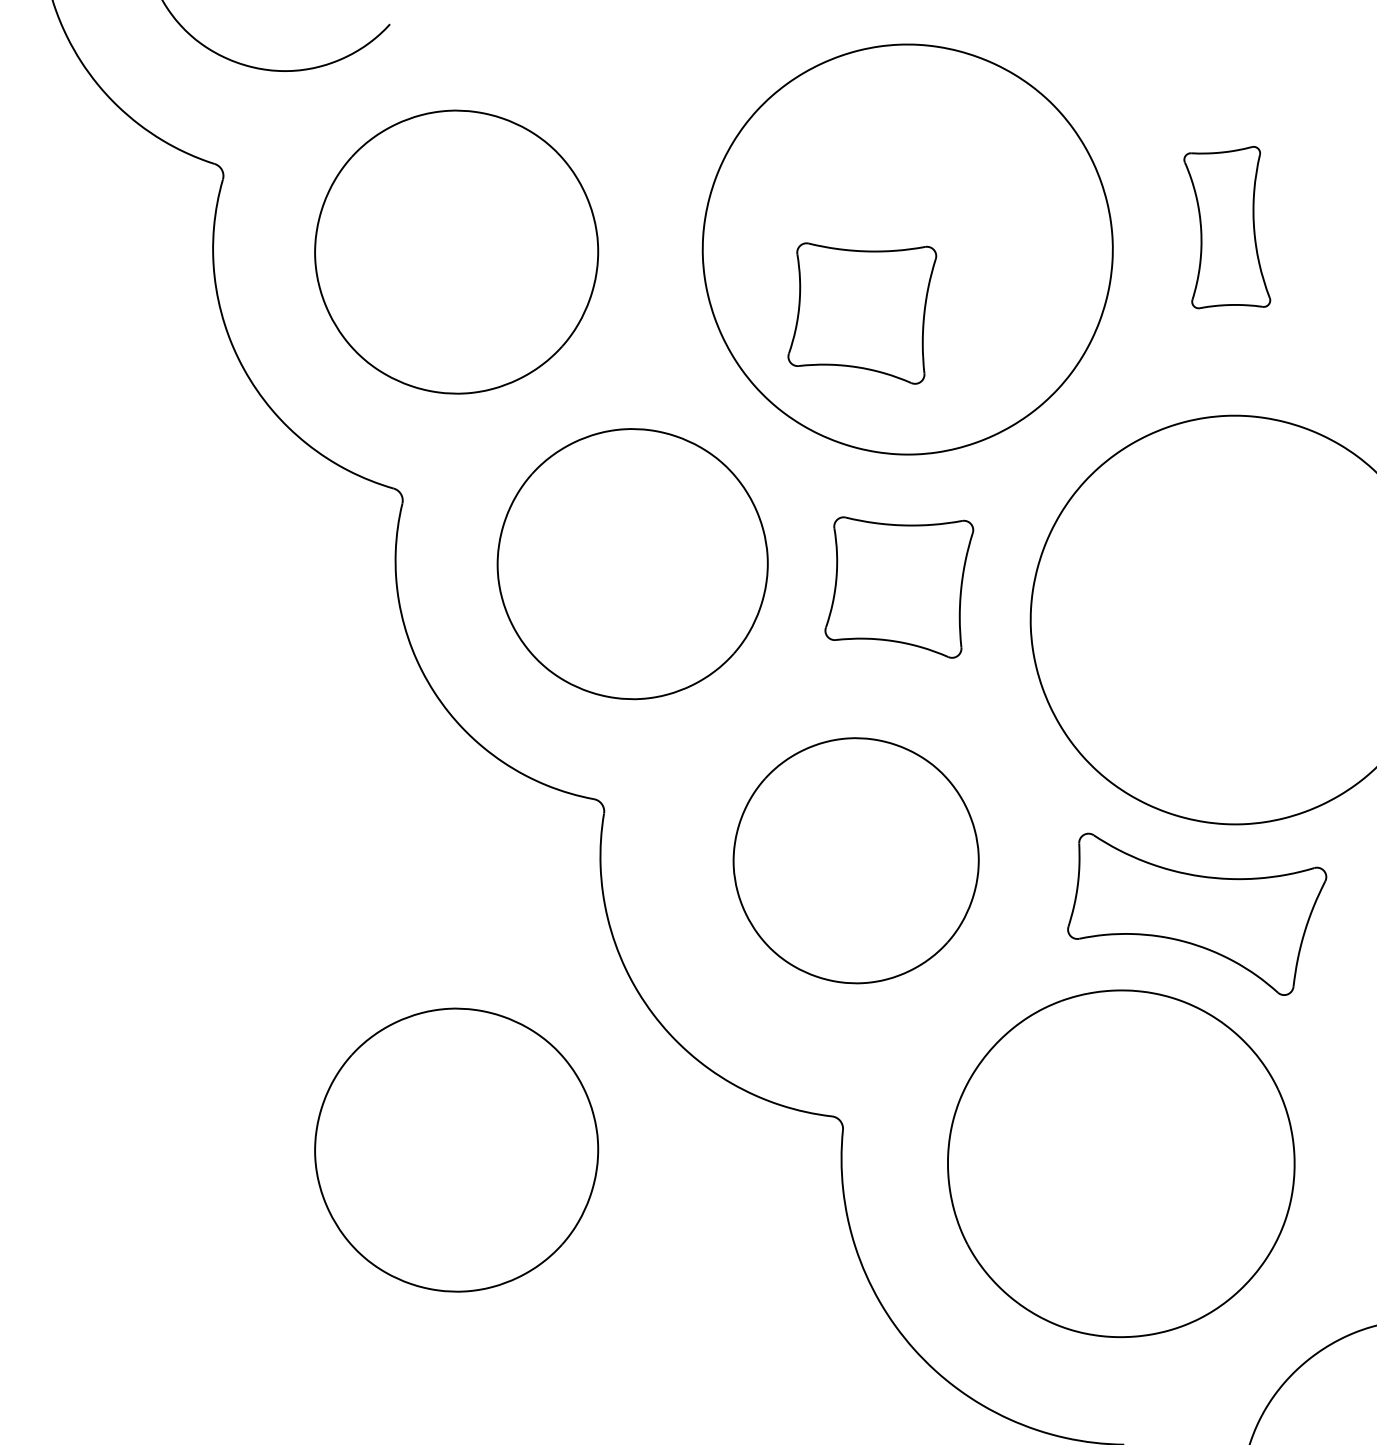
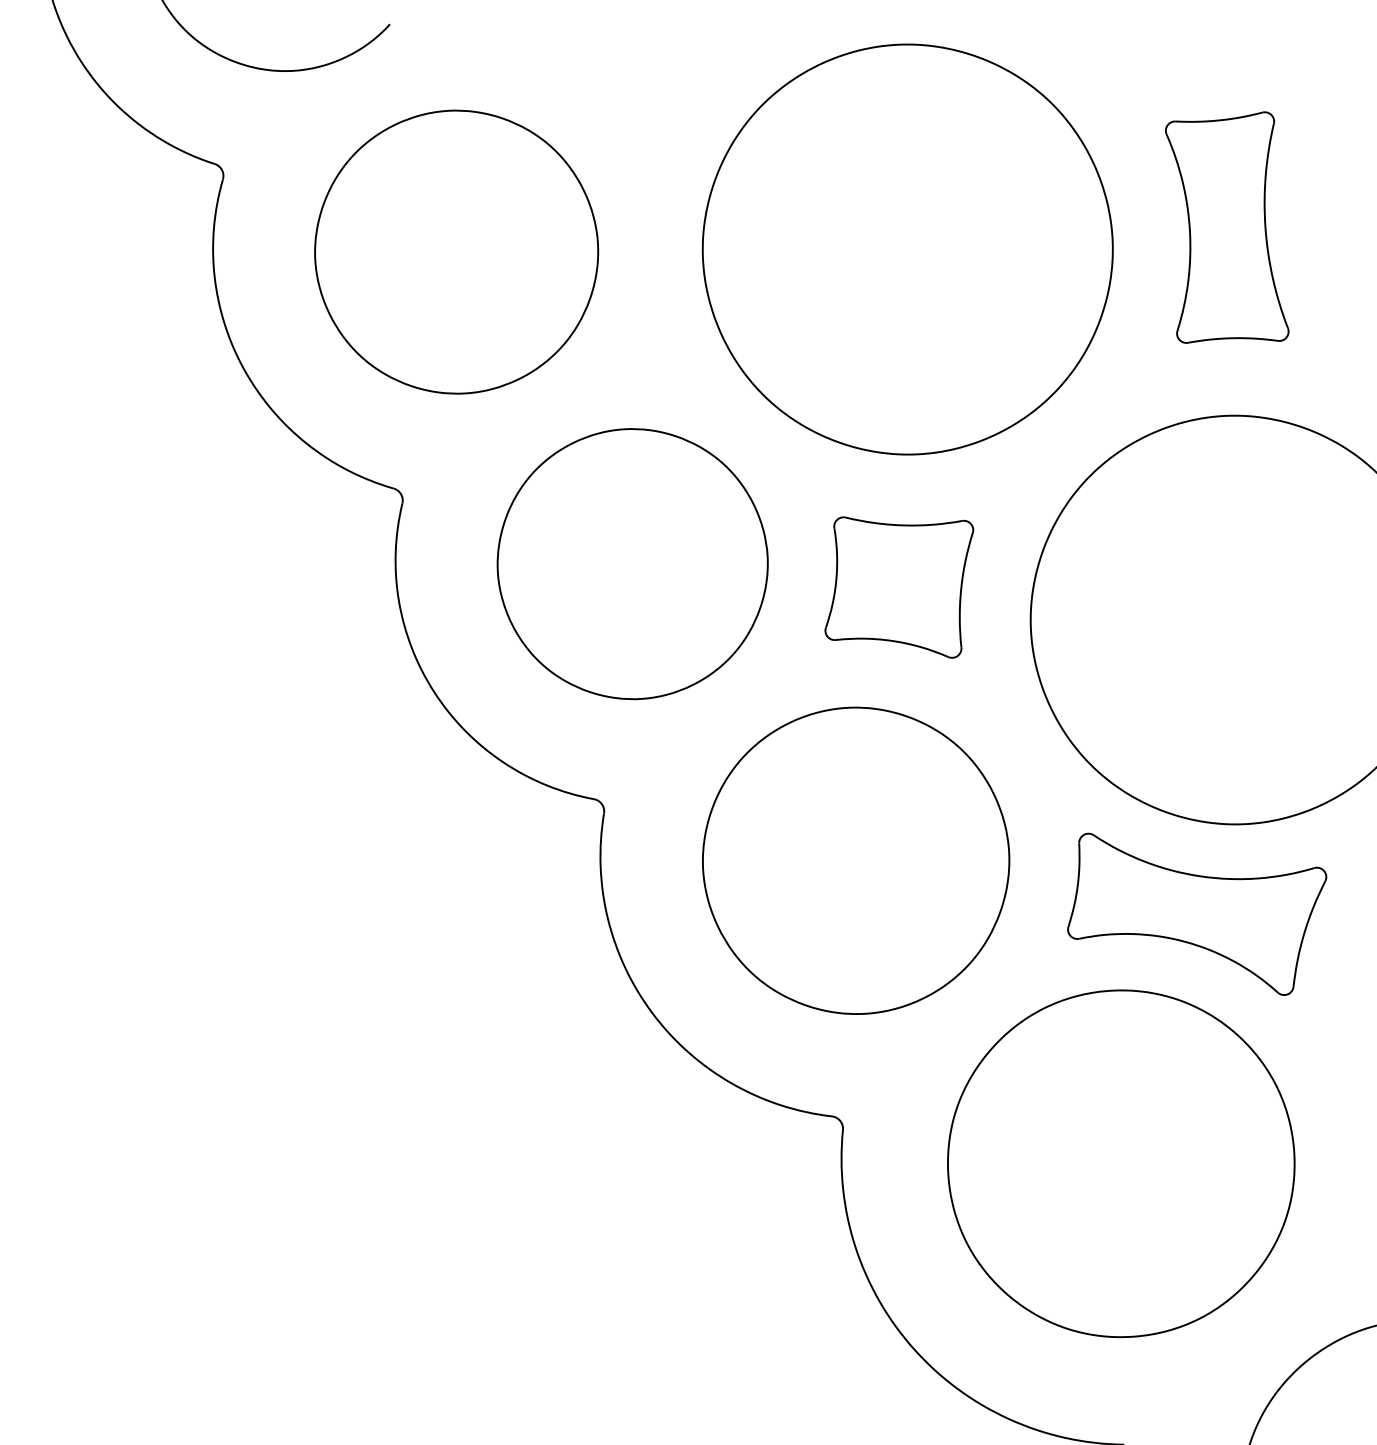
part at (1227, 227) size: 89x164 px -> 125x233 px
part at (862, 313): present -> none
part at (855, 860) size: 248x248 px -> 309x309 px
part at (456, 1149): present -> none
